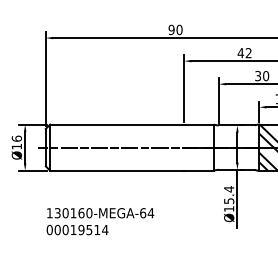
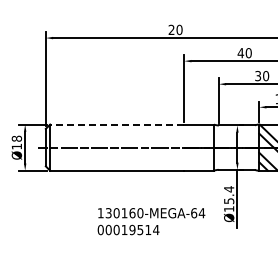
text at (171, 29): 90 -> 20
text at (248, 53): 42 -> 40
line at (116, 124): solid -> dashed
text at (16, 138): Ø16 -> Ø18
text at (100, 221) position: (100, 221) -> (151, 221)
